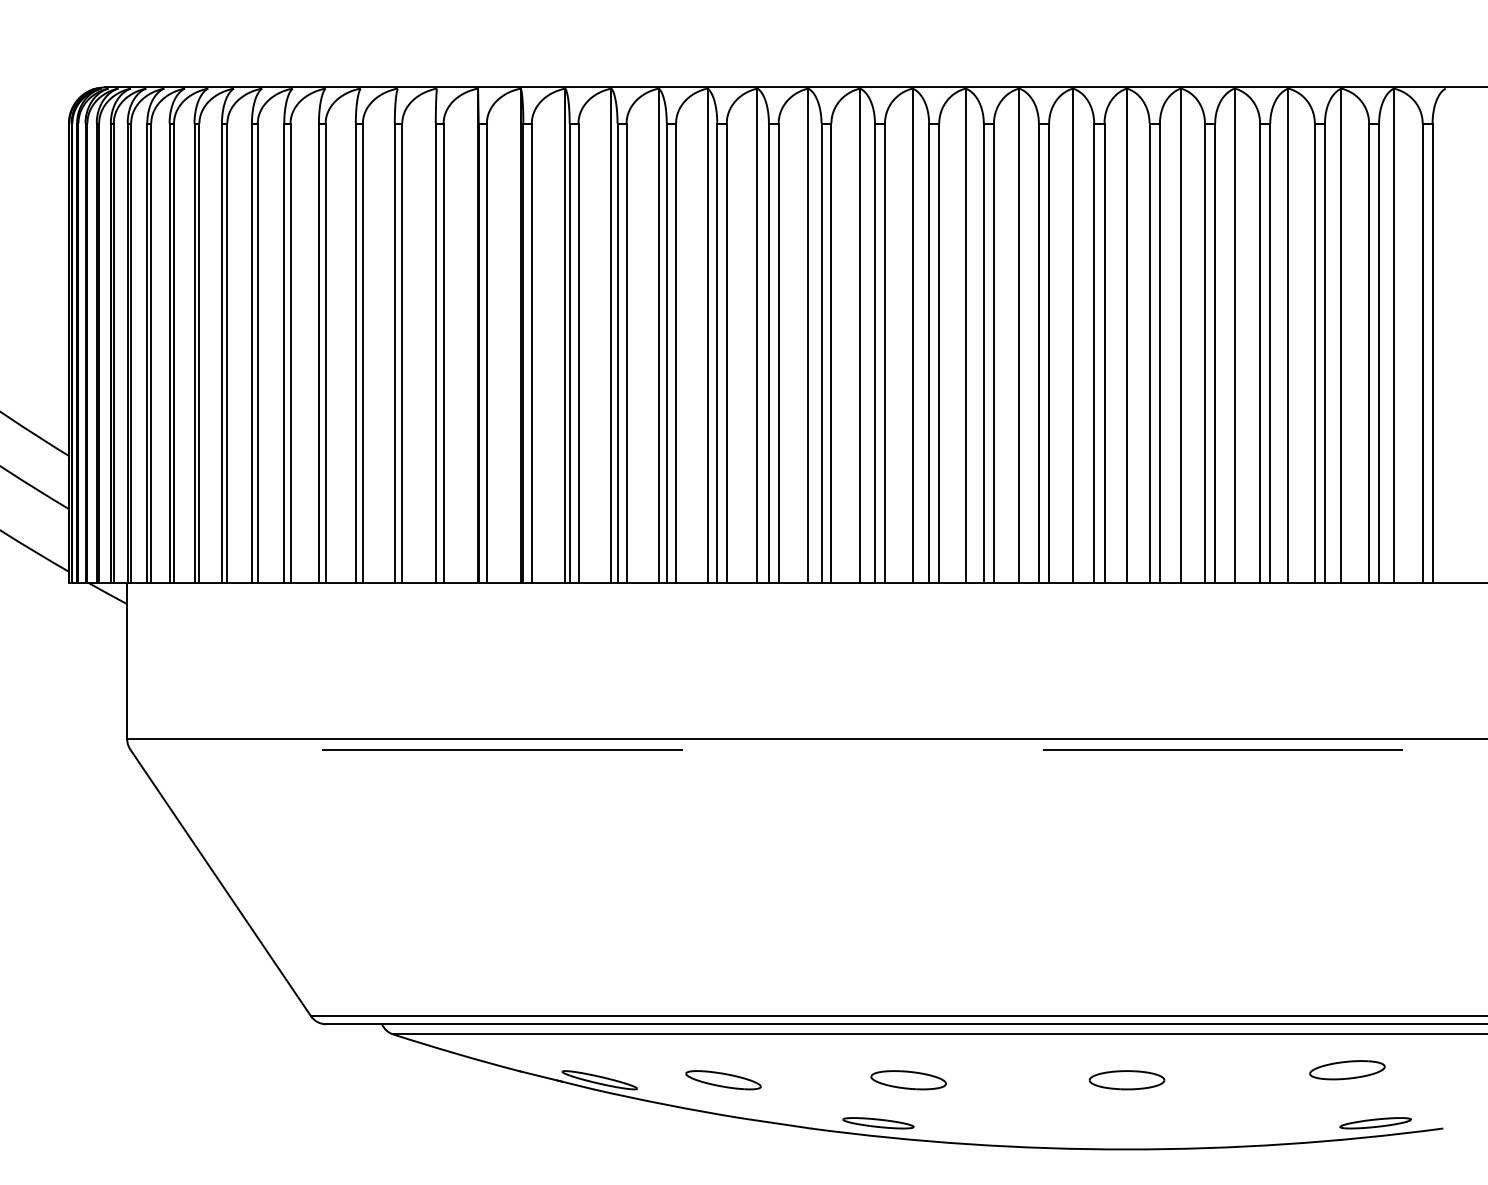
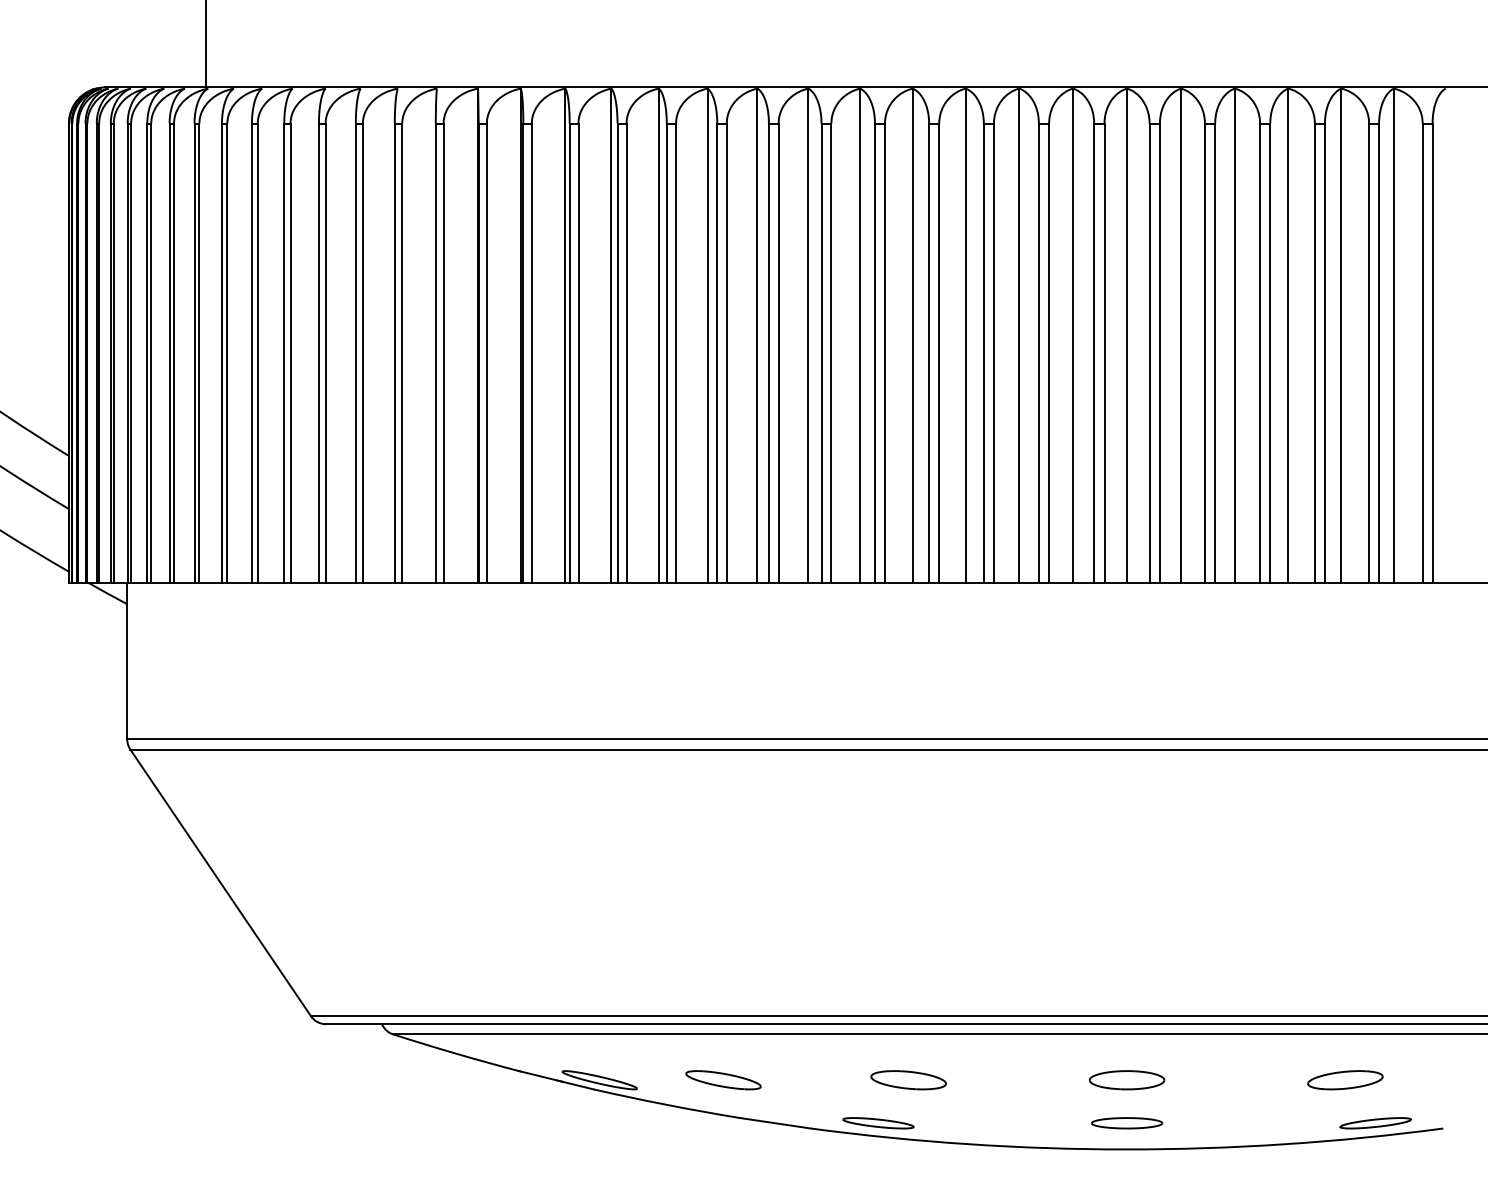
line at (205, 44): none -> present
line at (809, 749): dashed -> solid
part at (1347, 1070) position: (1347, 1070) -> (1345, 1080)
part at (1127, 1123): none -> present
